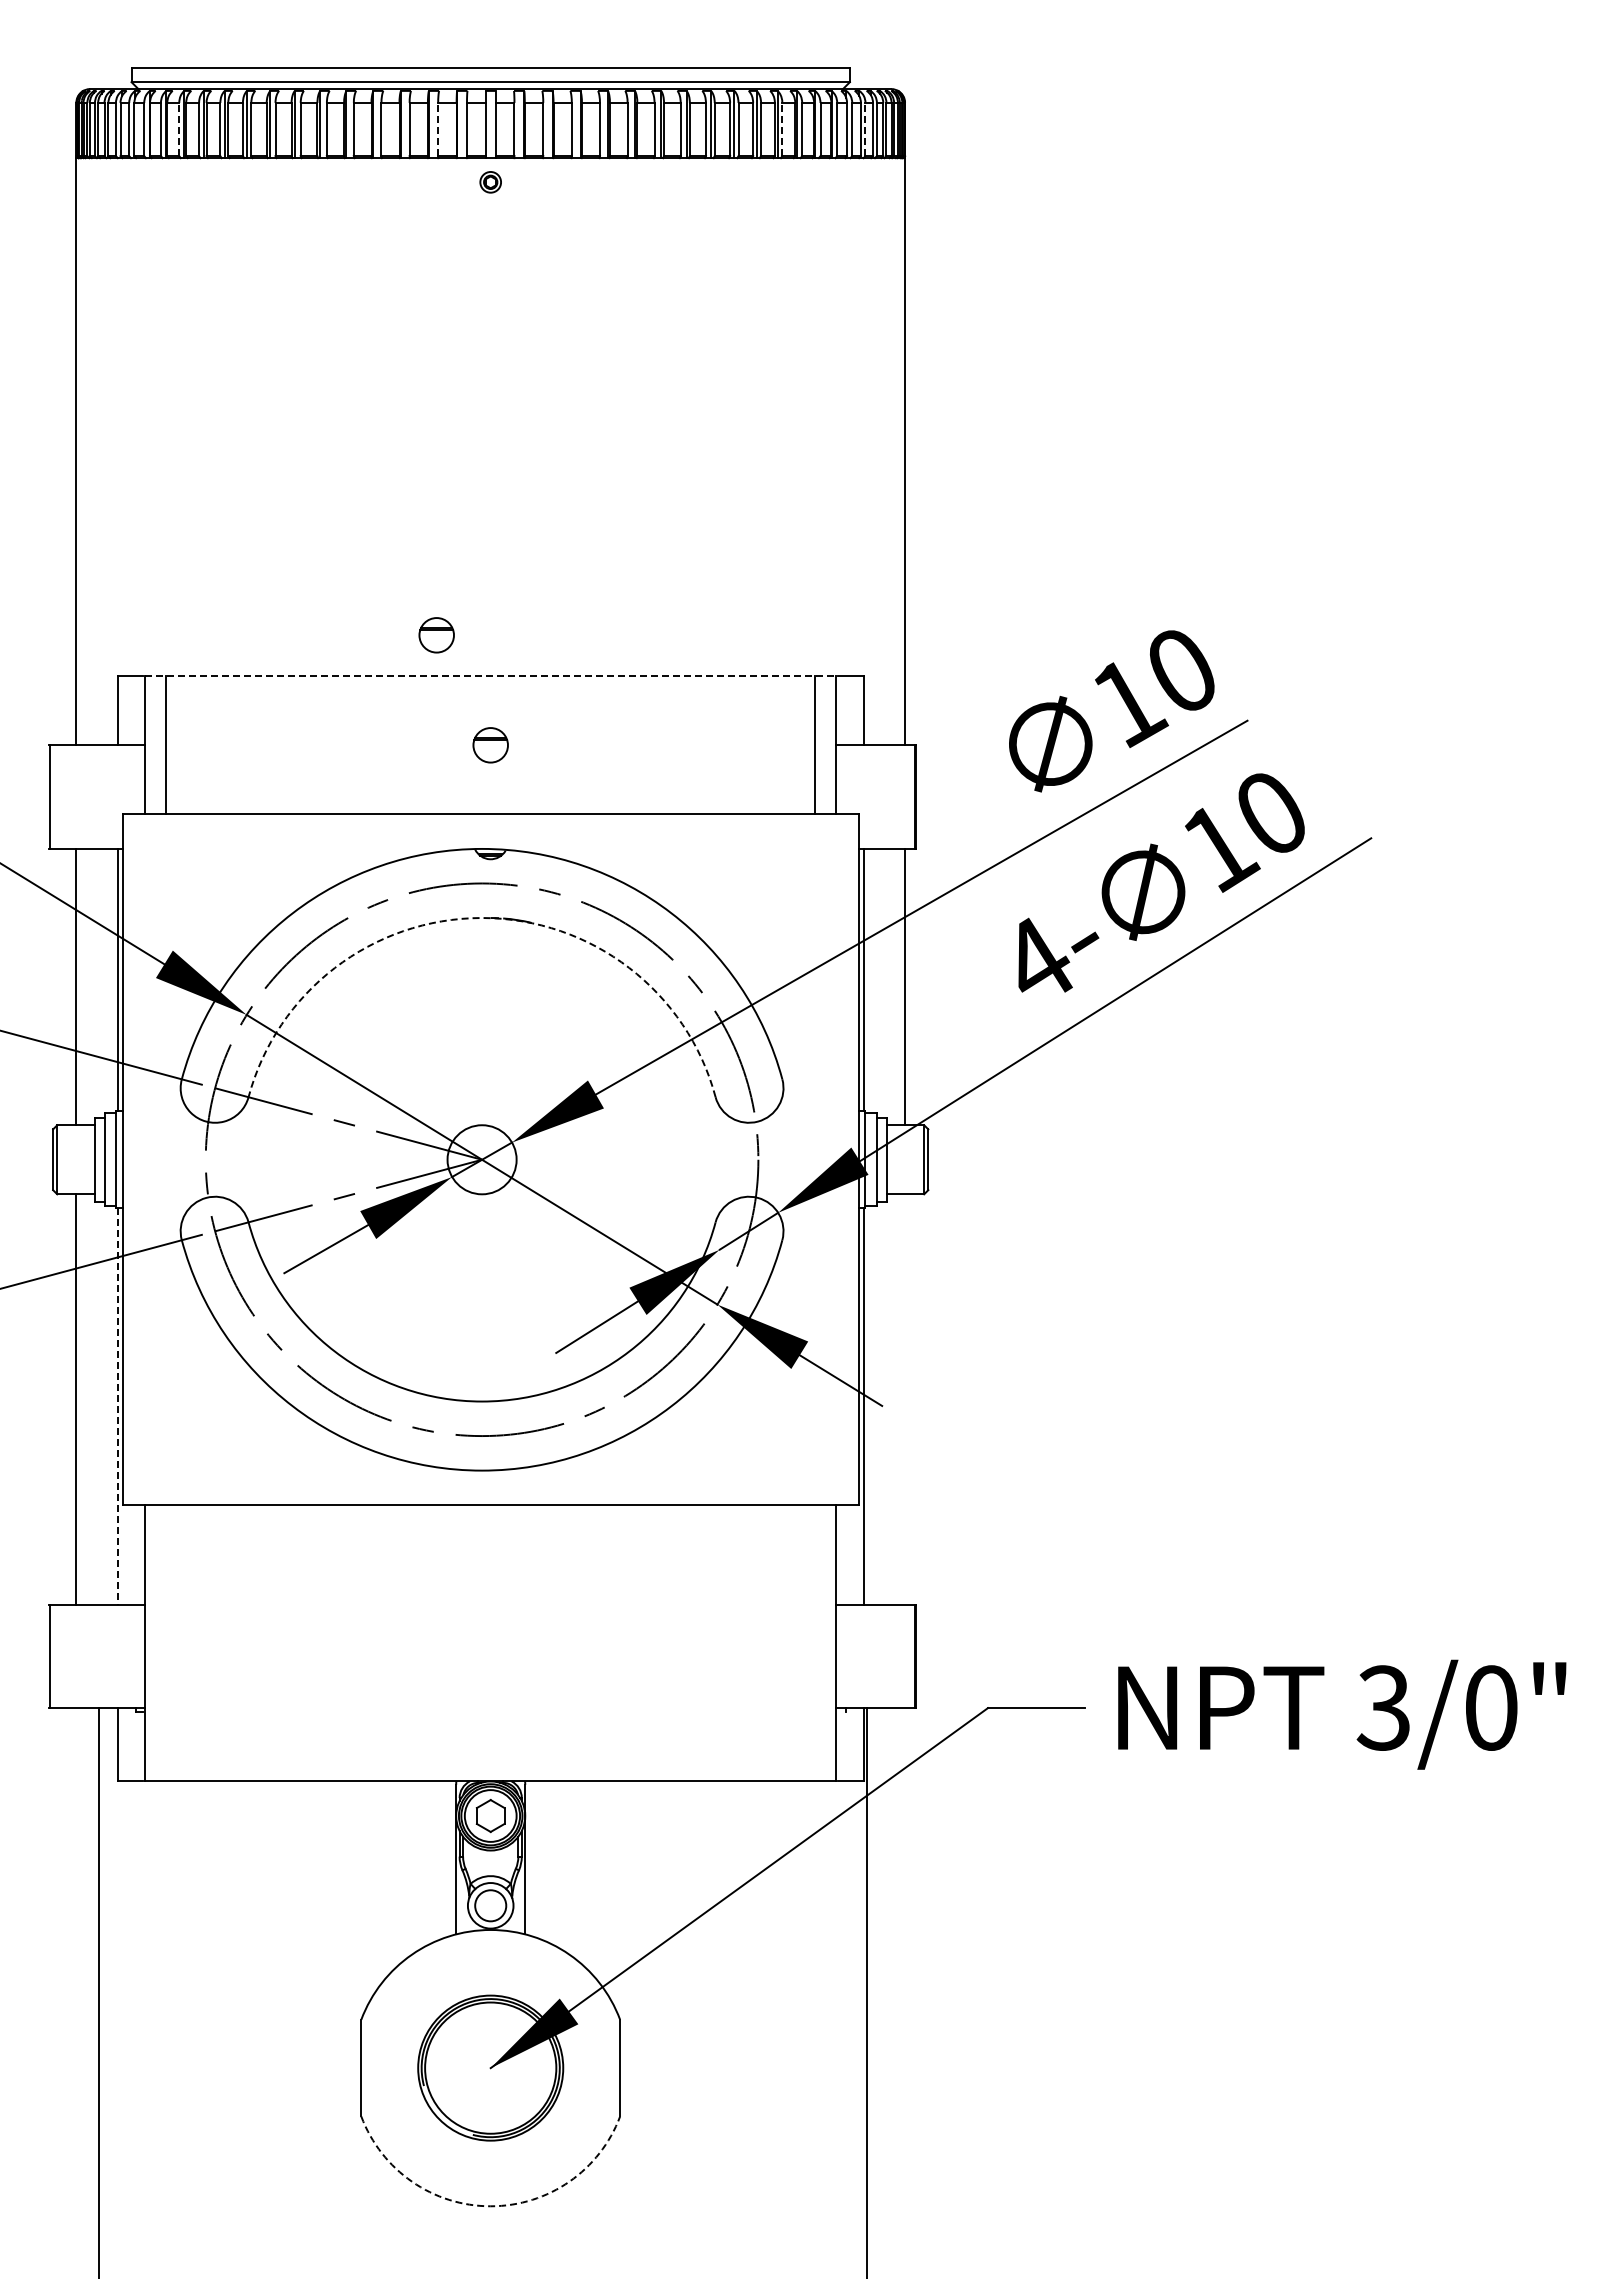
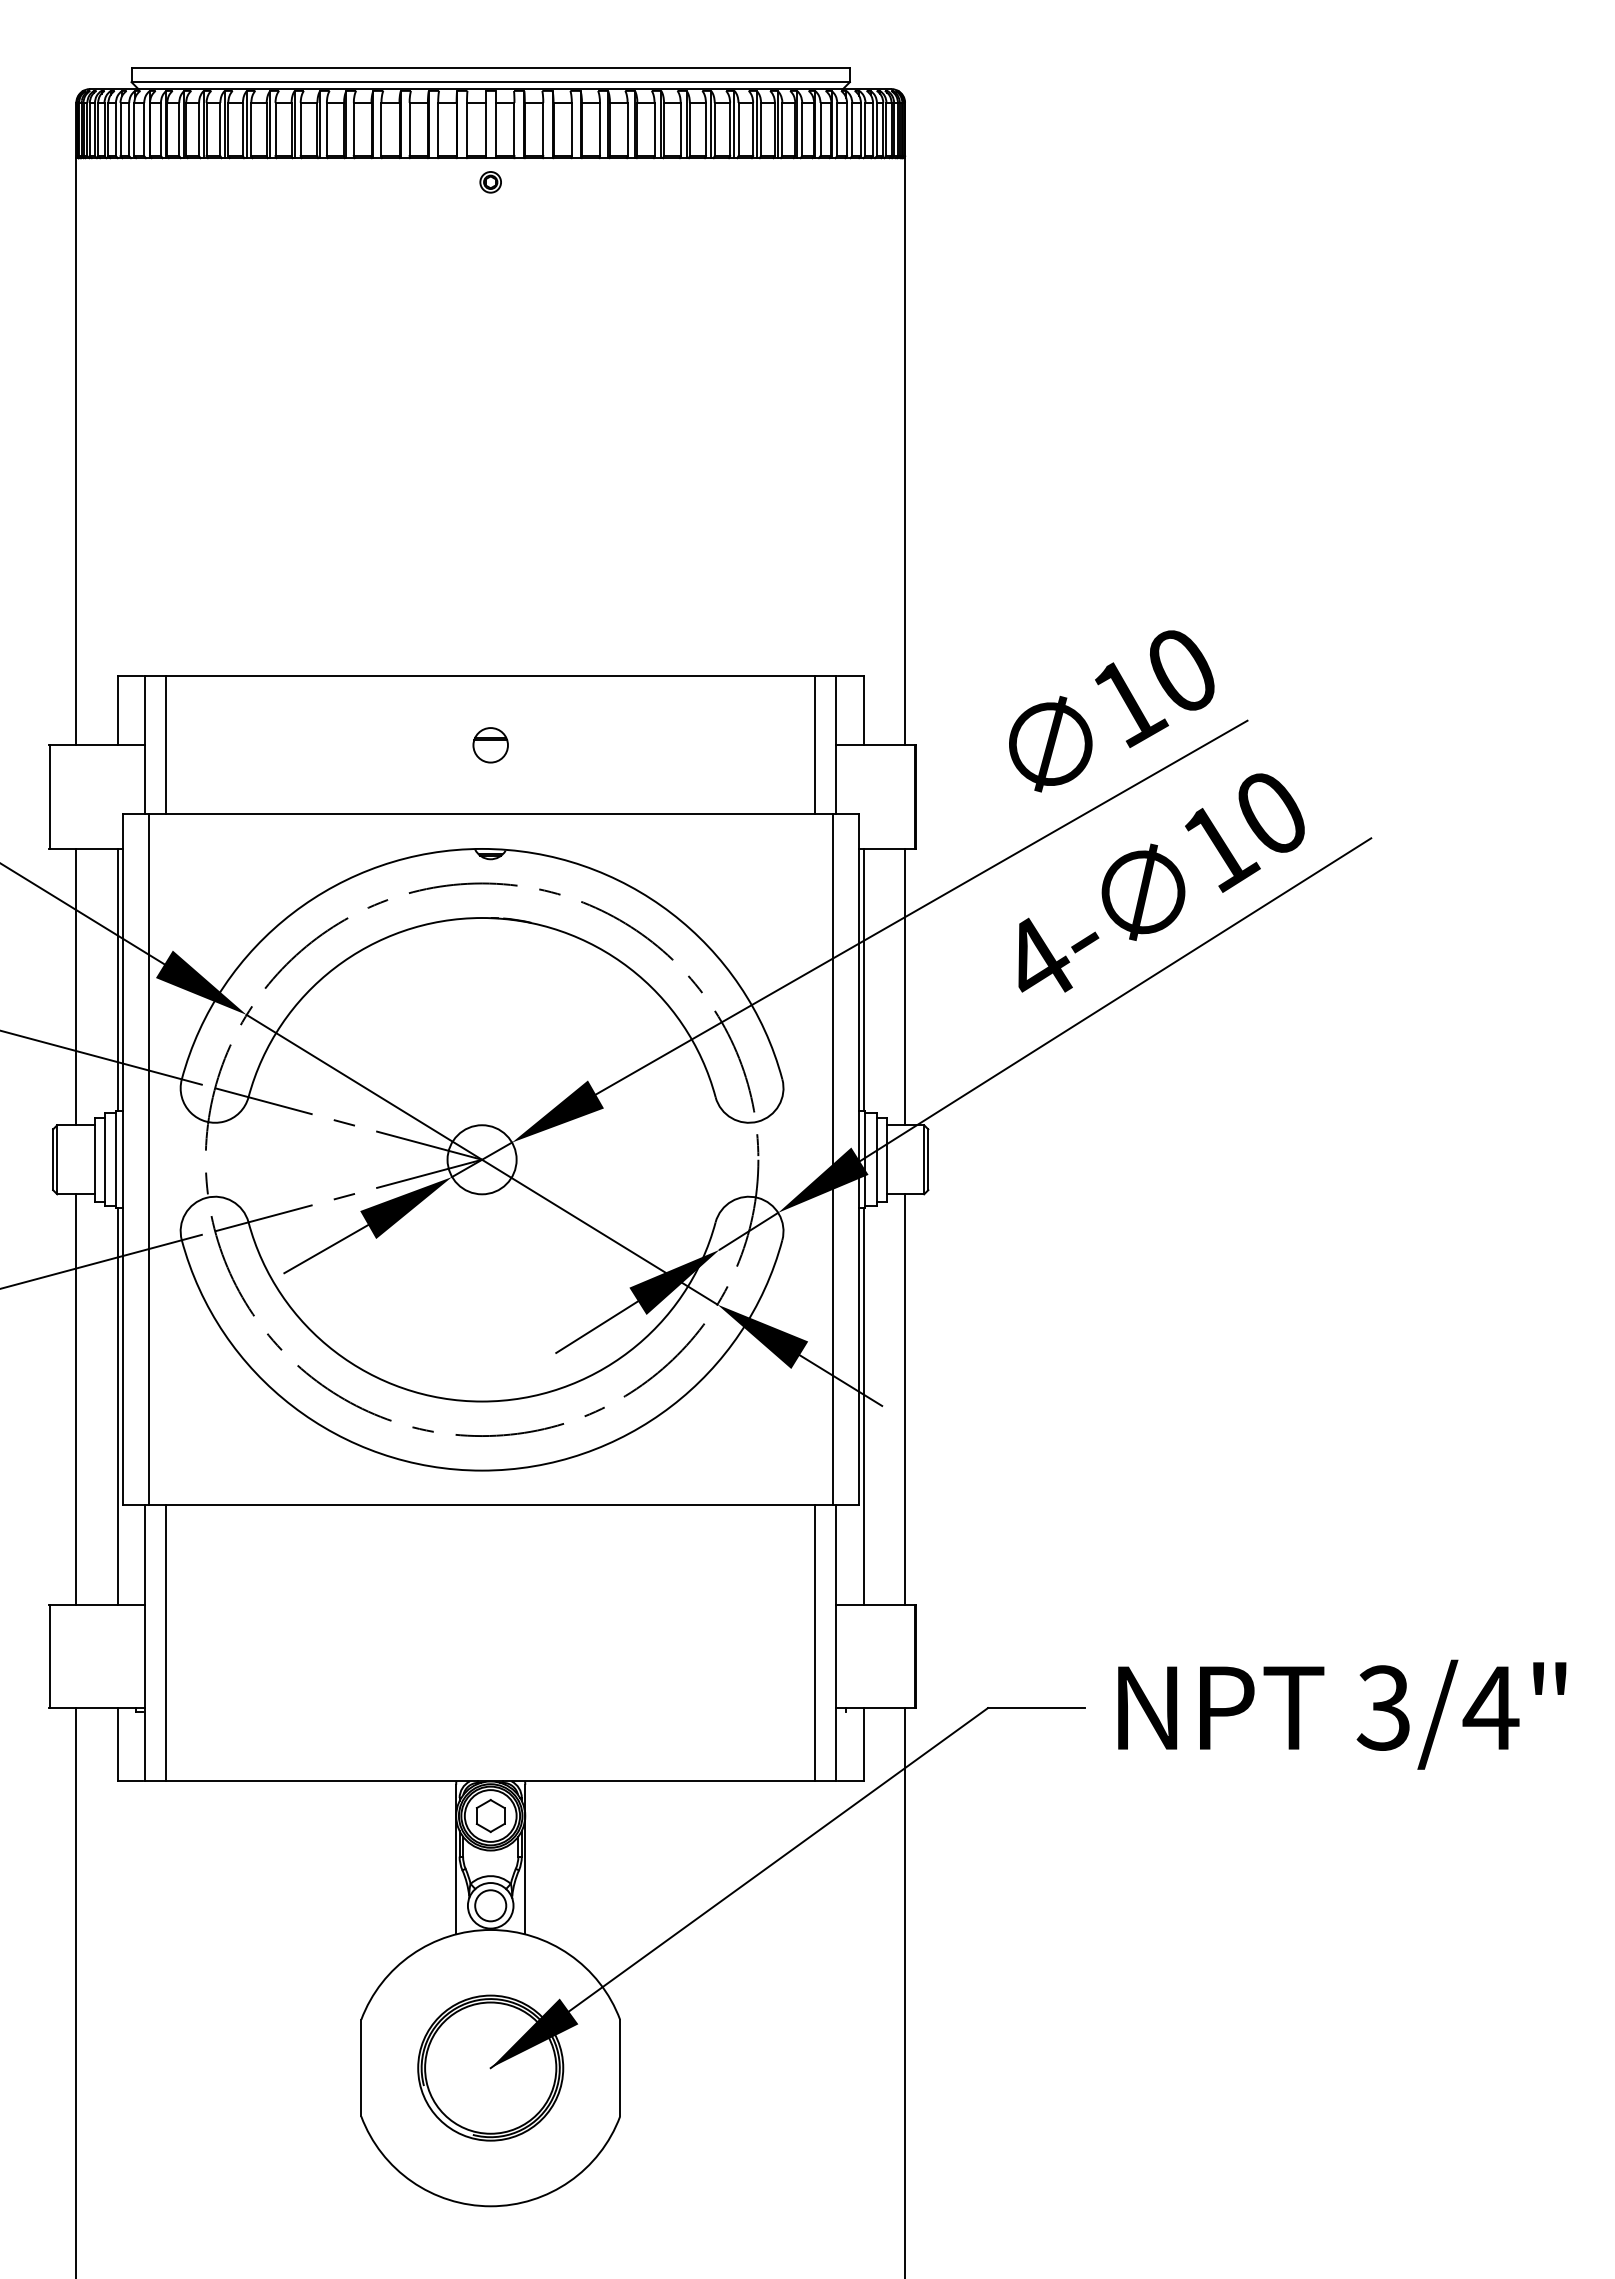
line at (179, 129): dashed -> solid
line at (438, 129): dashed -> solid
line at (782, 129): dashed -> solid
line at (865, 129): dashed -> solid
part at (436, 635): present -> none
line at (491, 676): dashed -> solid
arc at (482, 918): dashed -> solid
line at (148, 1159): none -> present
line at (832, 1159): none -> present
line at (905, 1399): none -> present
line at (117, 1406): dashed -> solid
line at (166, 1643): none -> present
line at (815, 1643): none -> present
text at (1490, 1707): 3/0" -> 3/4"
line at (99, 1991) position: (99, 1991) -> (76, 1991)
line at (867, 1991) position: (867, 1991) -> (905, 1991)
arc at (490, 2206): dashed -> solid
